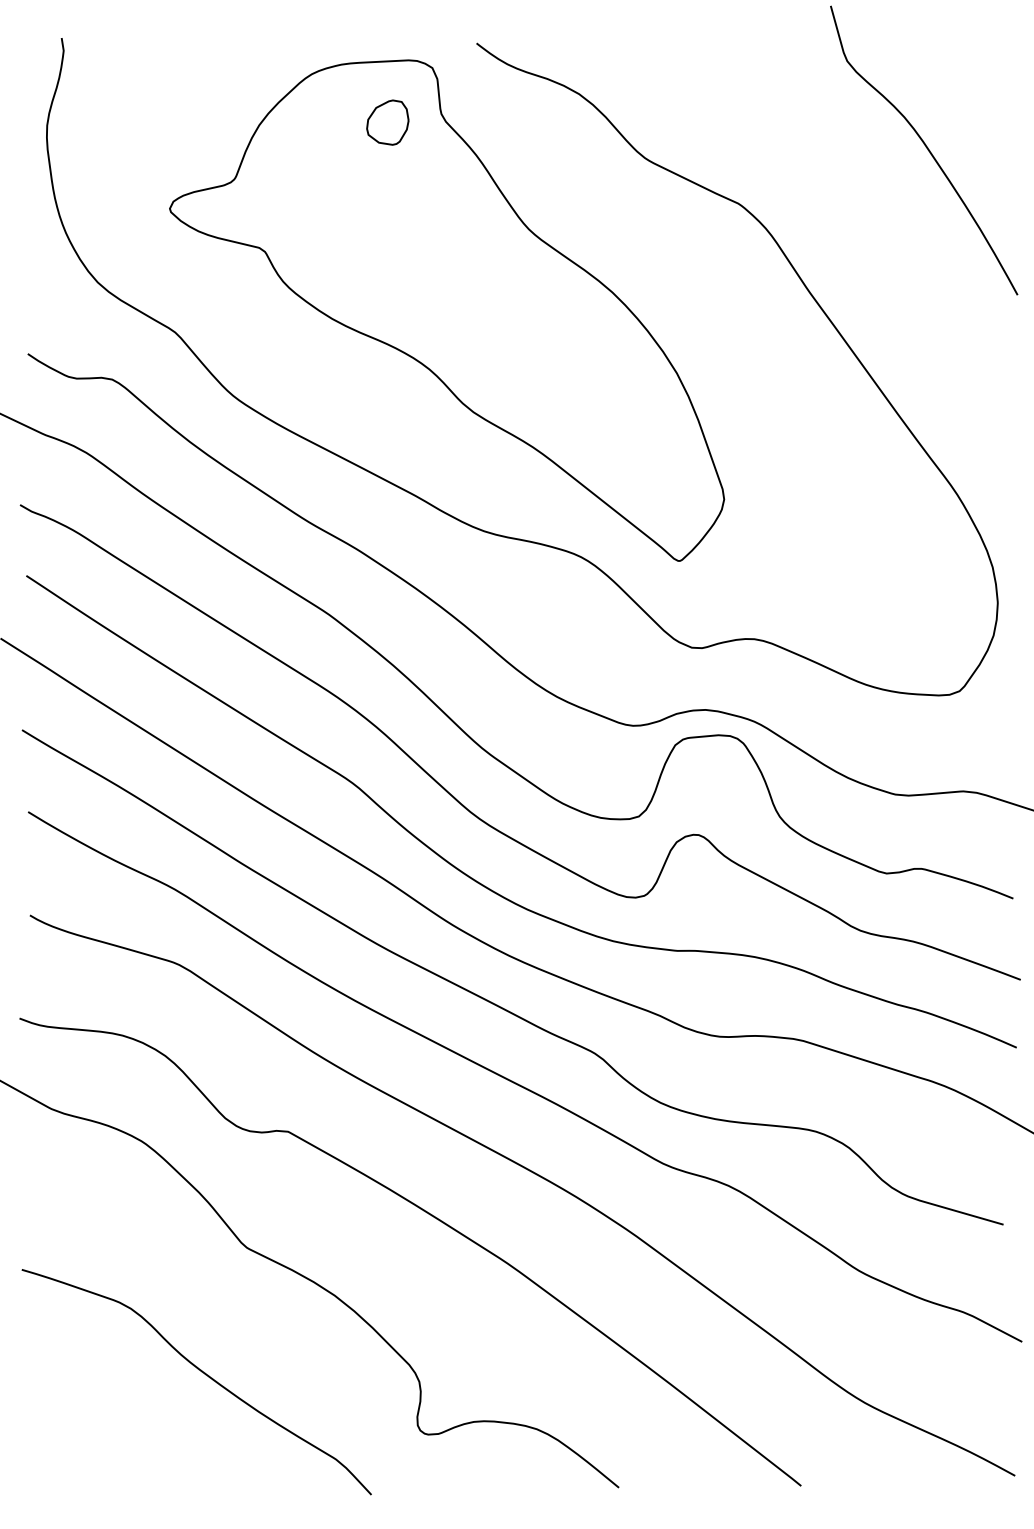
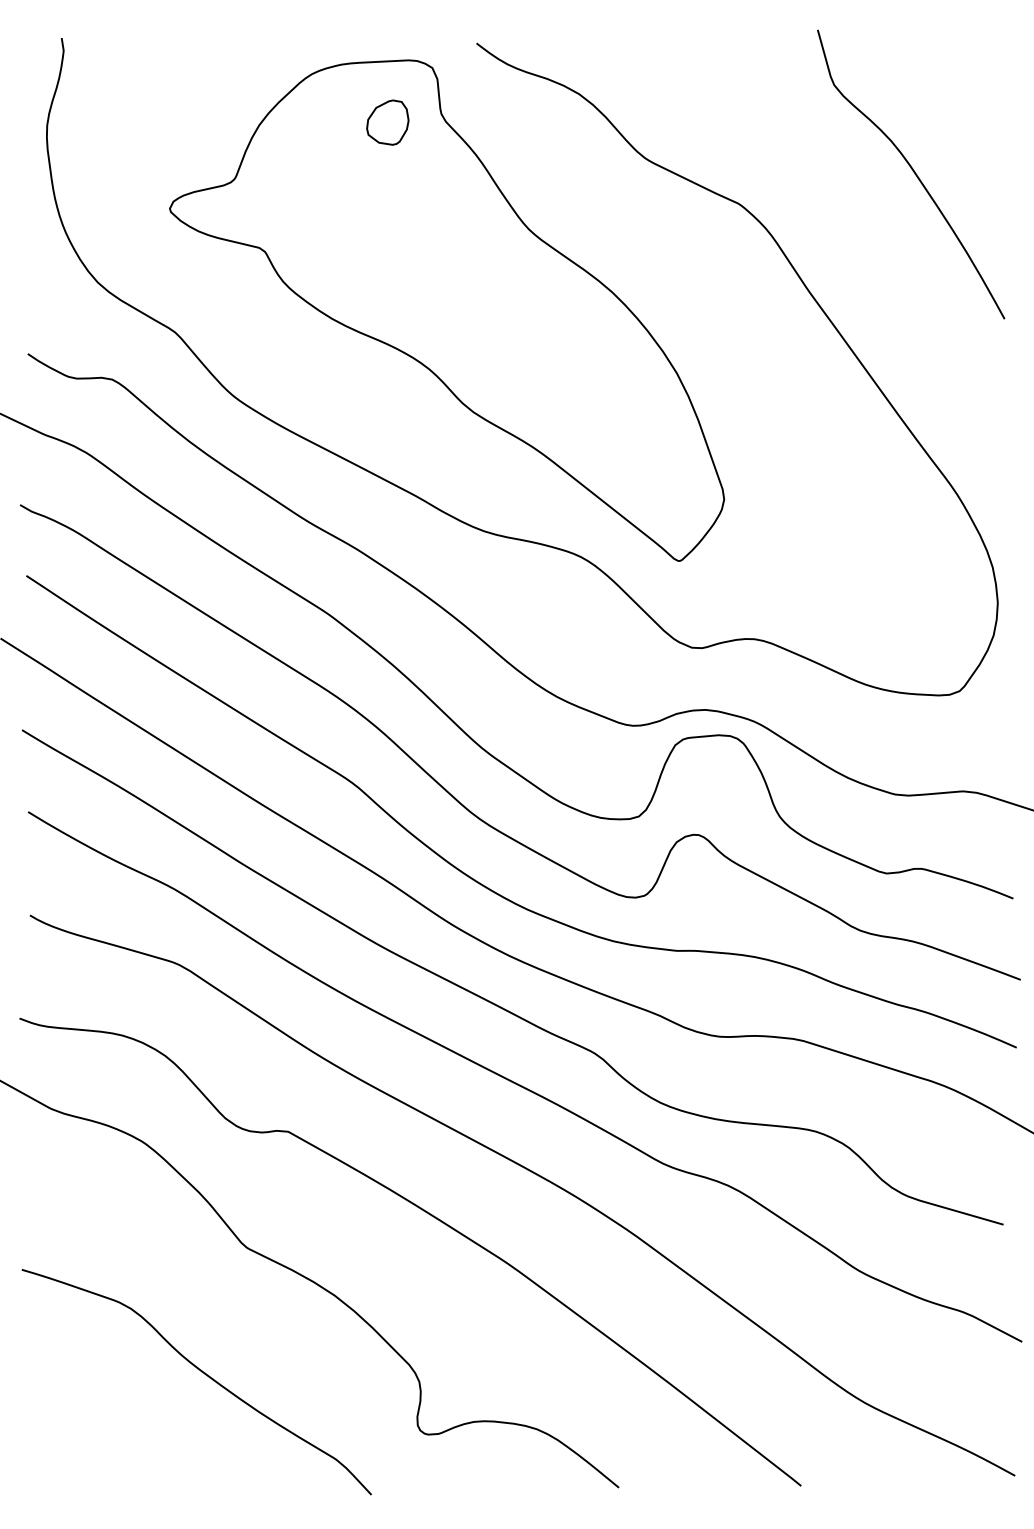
curve at (926, 148) position: (926, 148) -> (913, 172)
